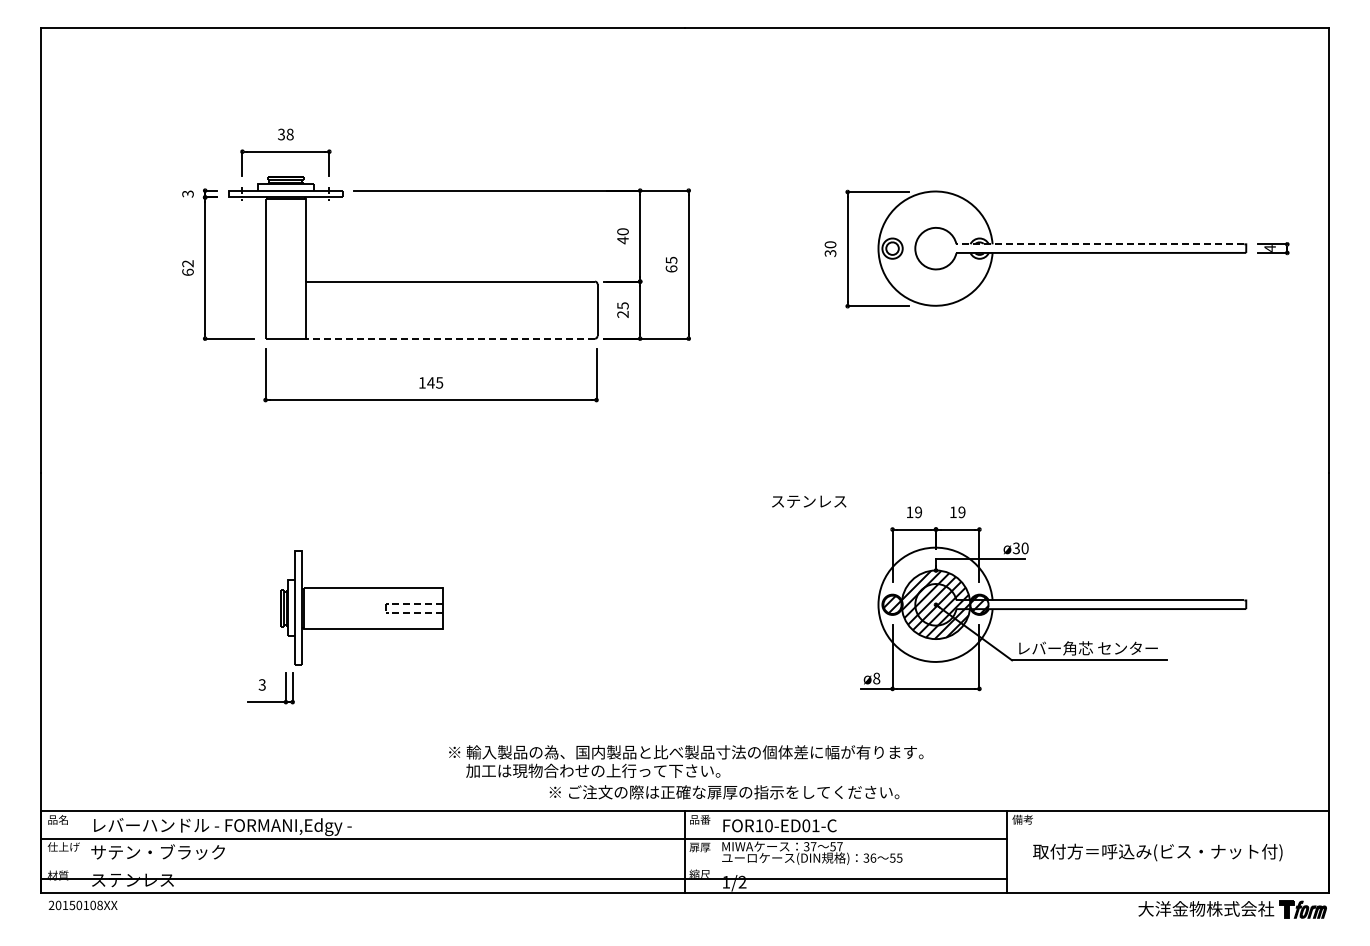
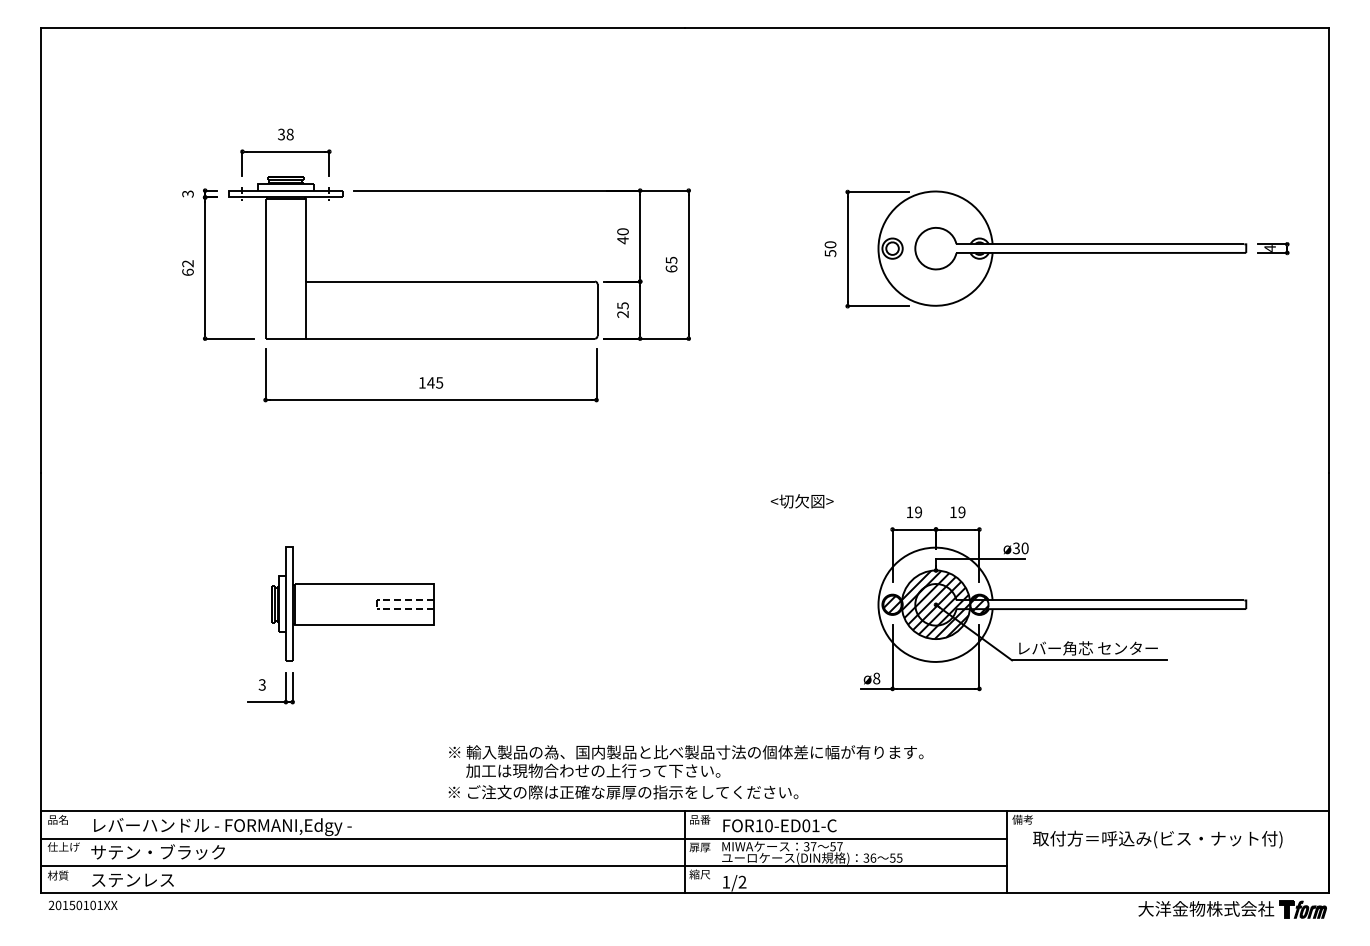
line at (1099, 244): dashed -> solid
text at (829, 253): 30 -> 50
line at (450, 338): dashed -> solid
text at (808, 501): ステンレス -> <切欠図>
part at (361, 607) position: (361, 607) -> (352, 603)
text at (724, 792) position: (724, 792) -> (623, 792)
text at (1157, 852) position: (1157, 852) -> (1157, 839)
line at (524, 878) position: (524, 878) -> (524, 865)
text at (99, 905): 20150108XX -> 20150101XX
